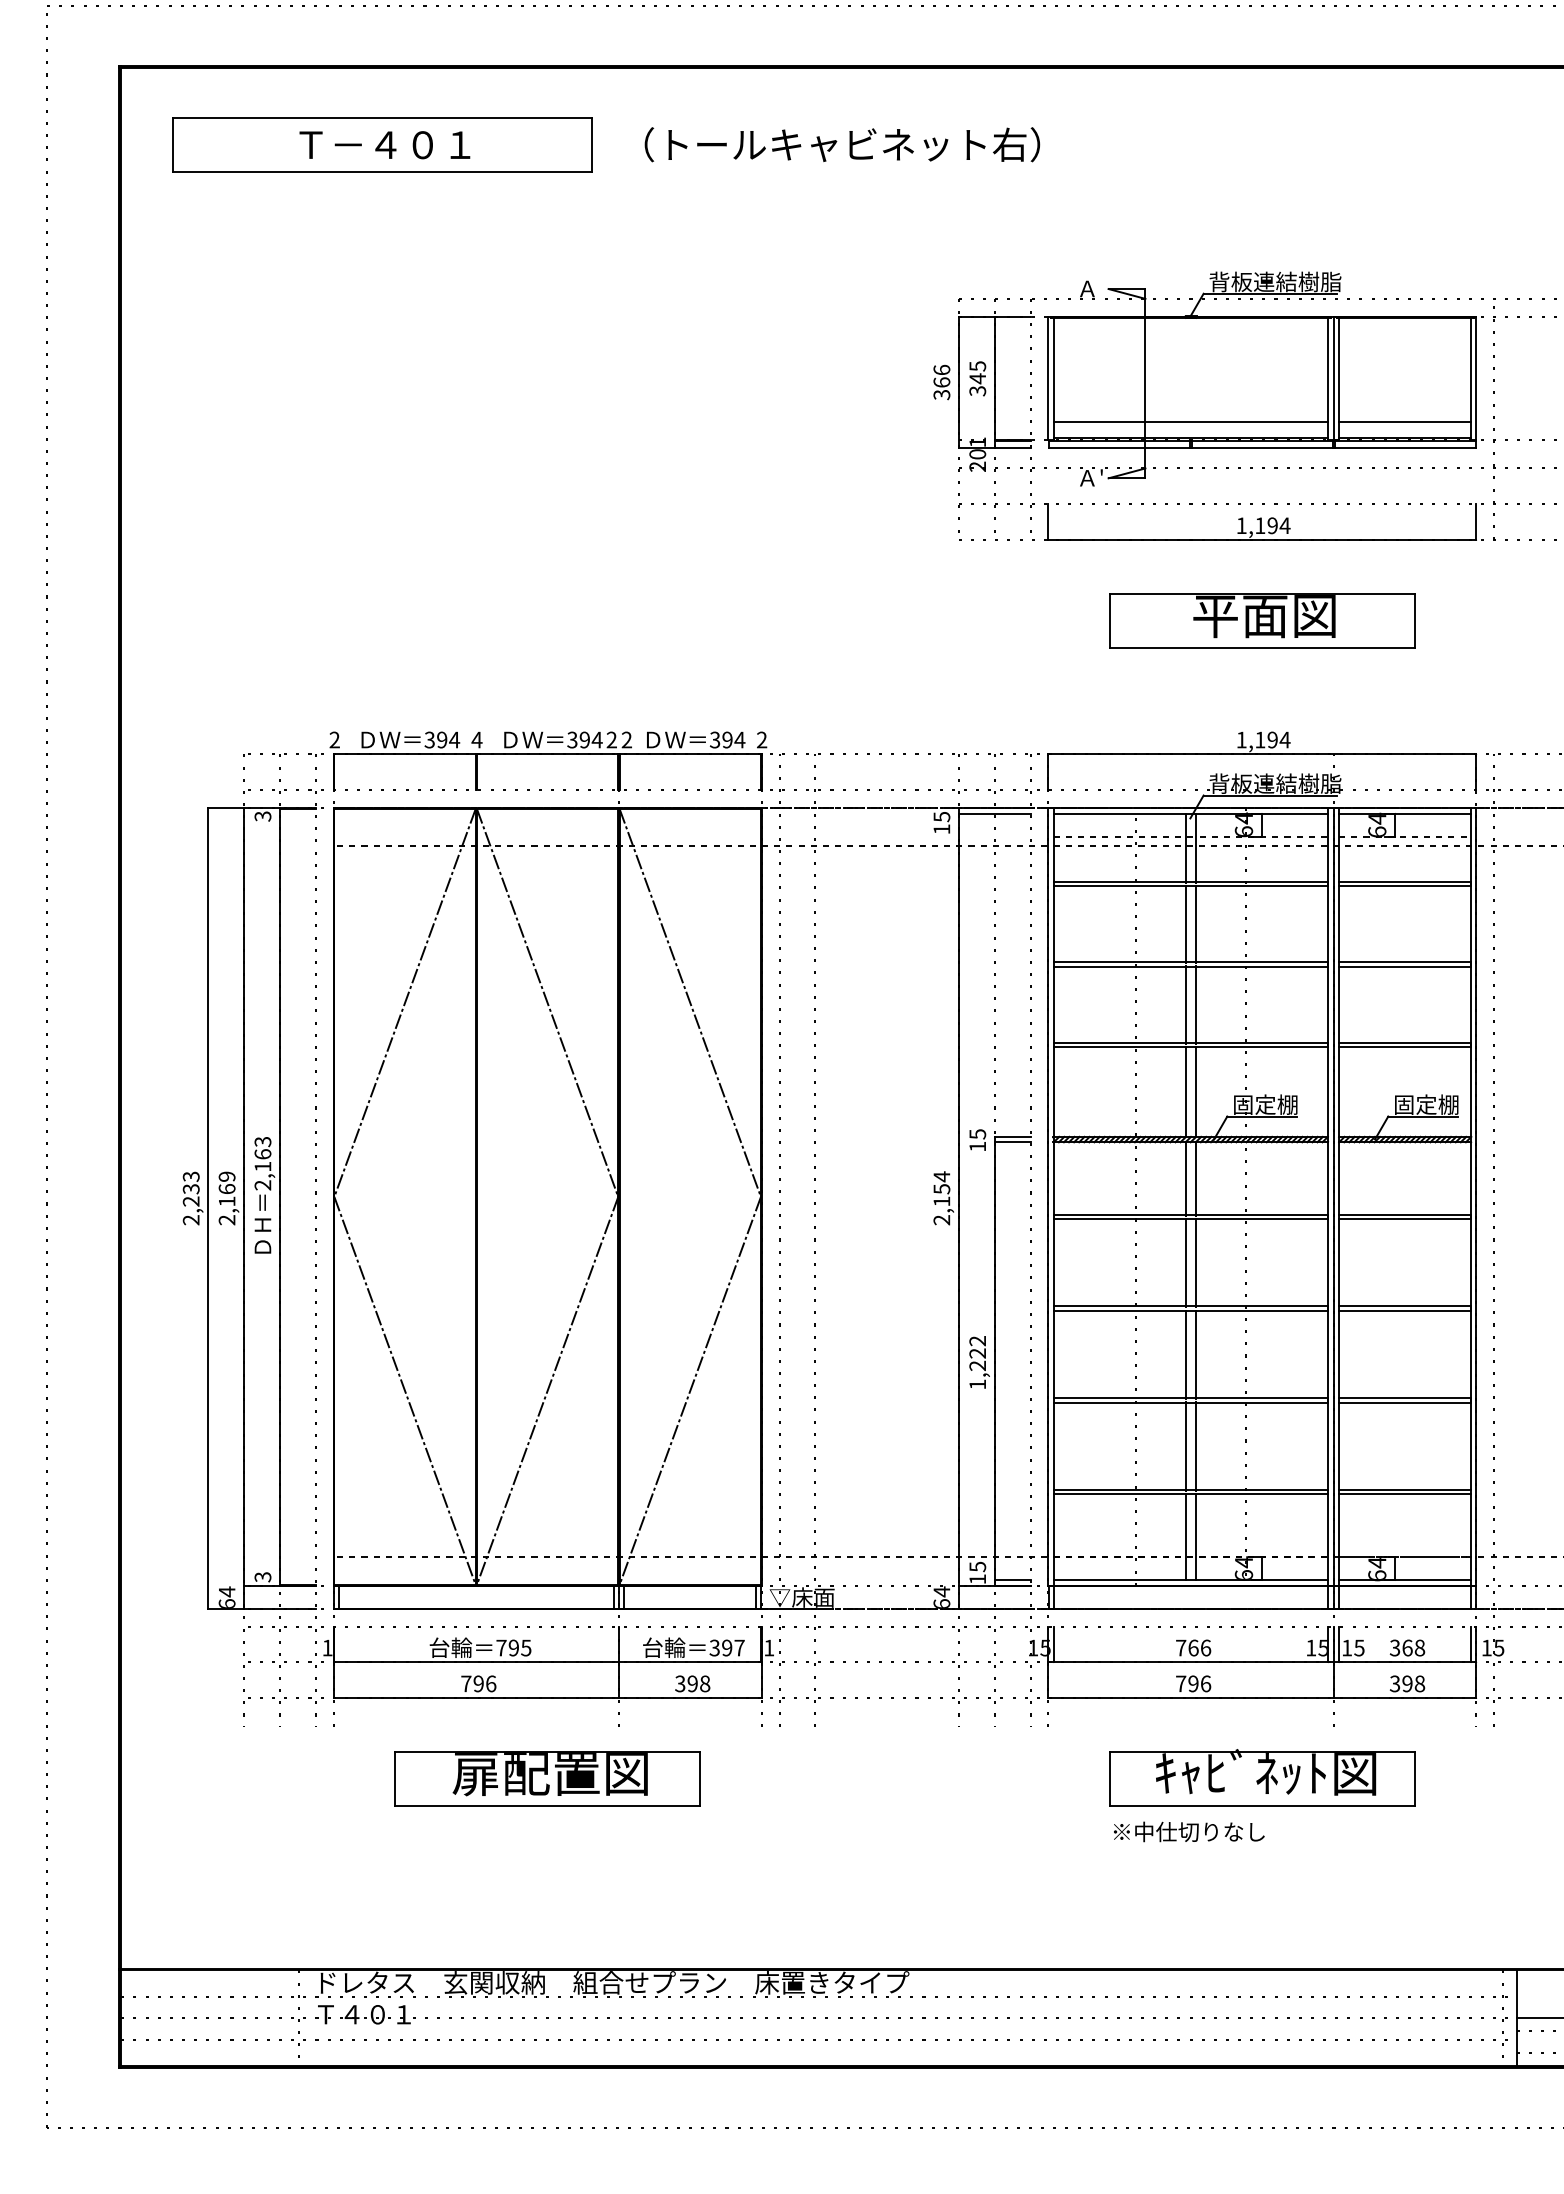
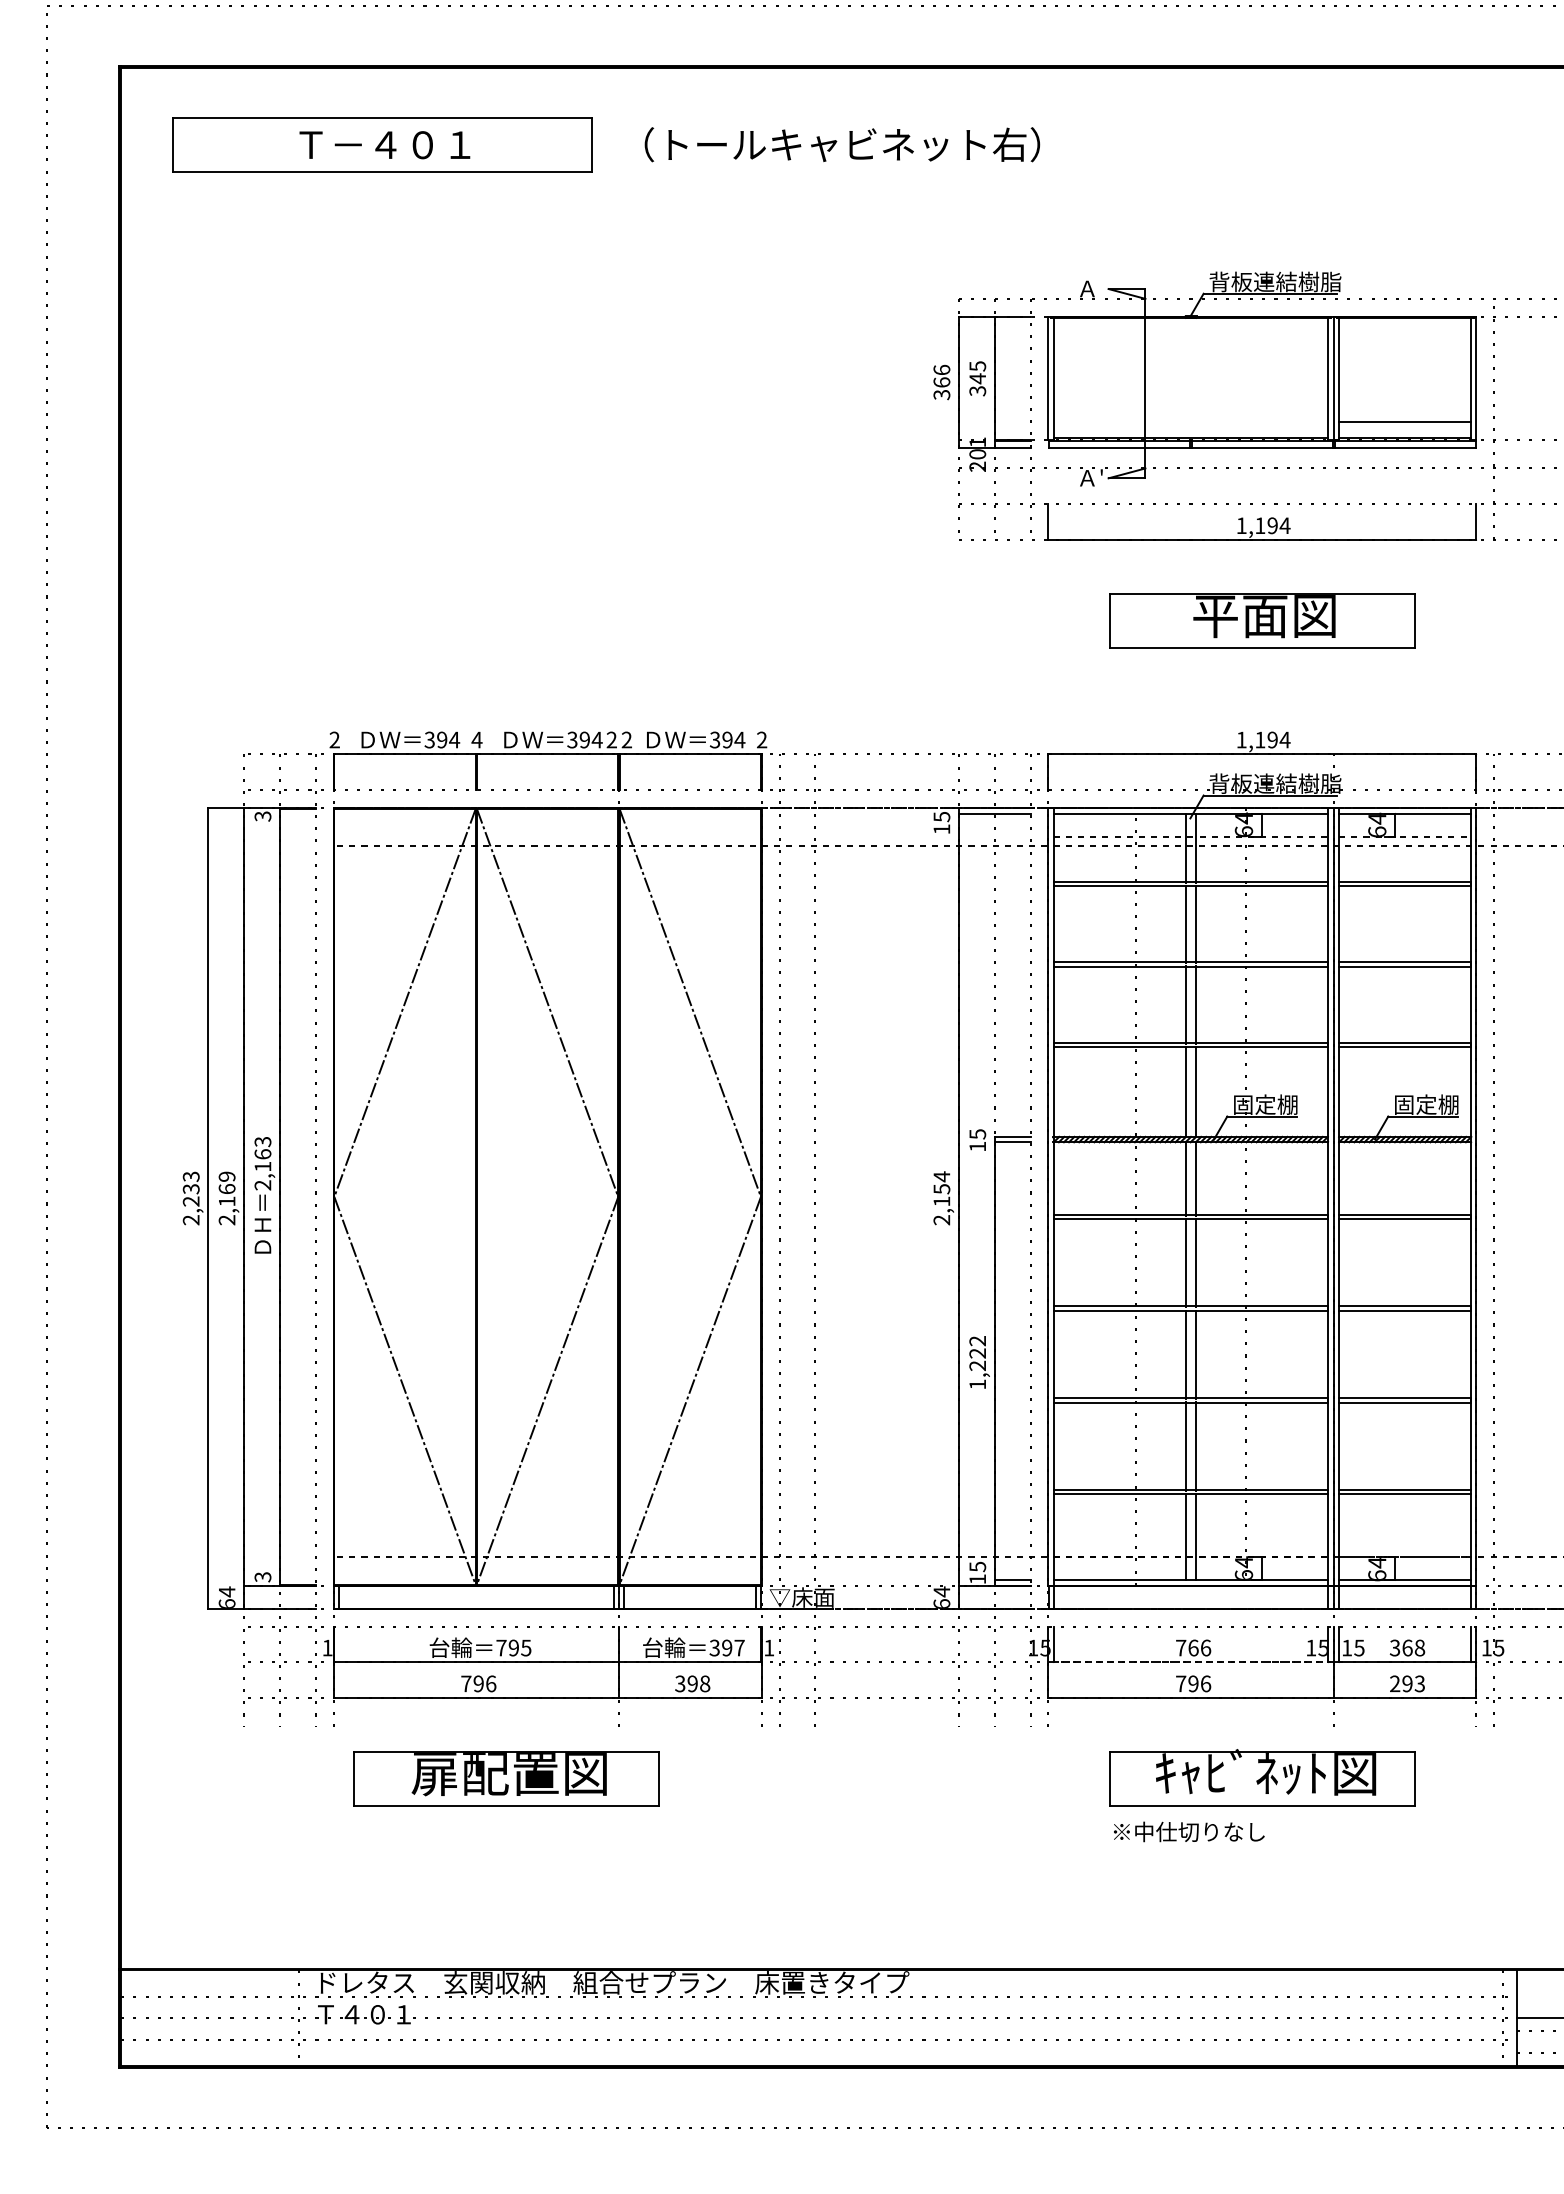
line at (1190, 421): present -> none
line at (1191, 1662): solid -> dashed
text at (1407, 1683): 398 -> 293
part at (547, 1778) position: (547, 1778) -> (506, 1778)
